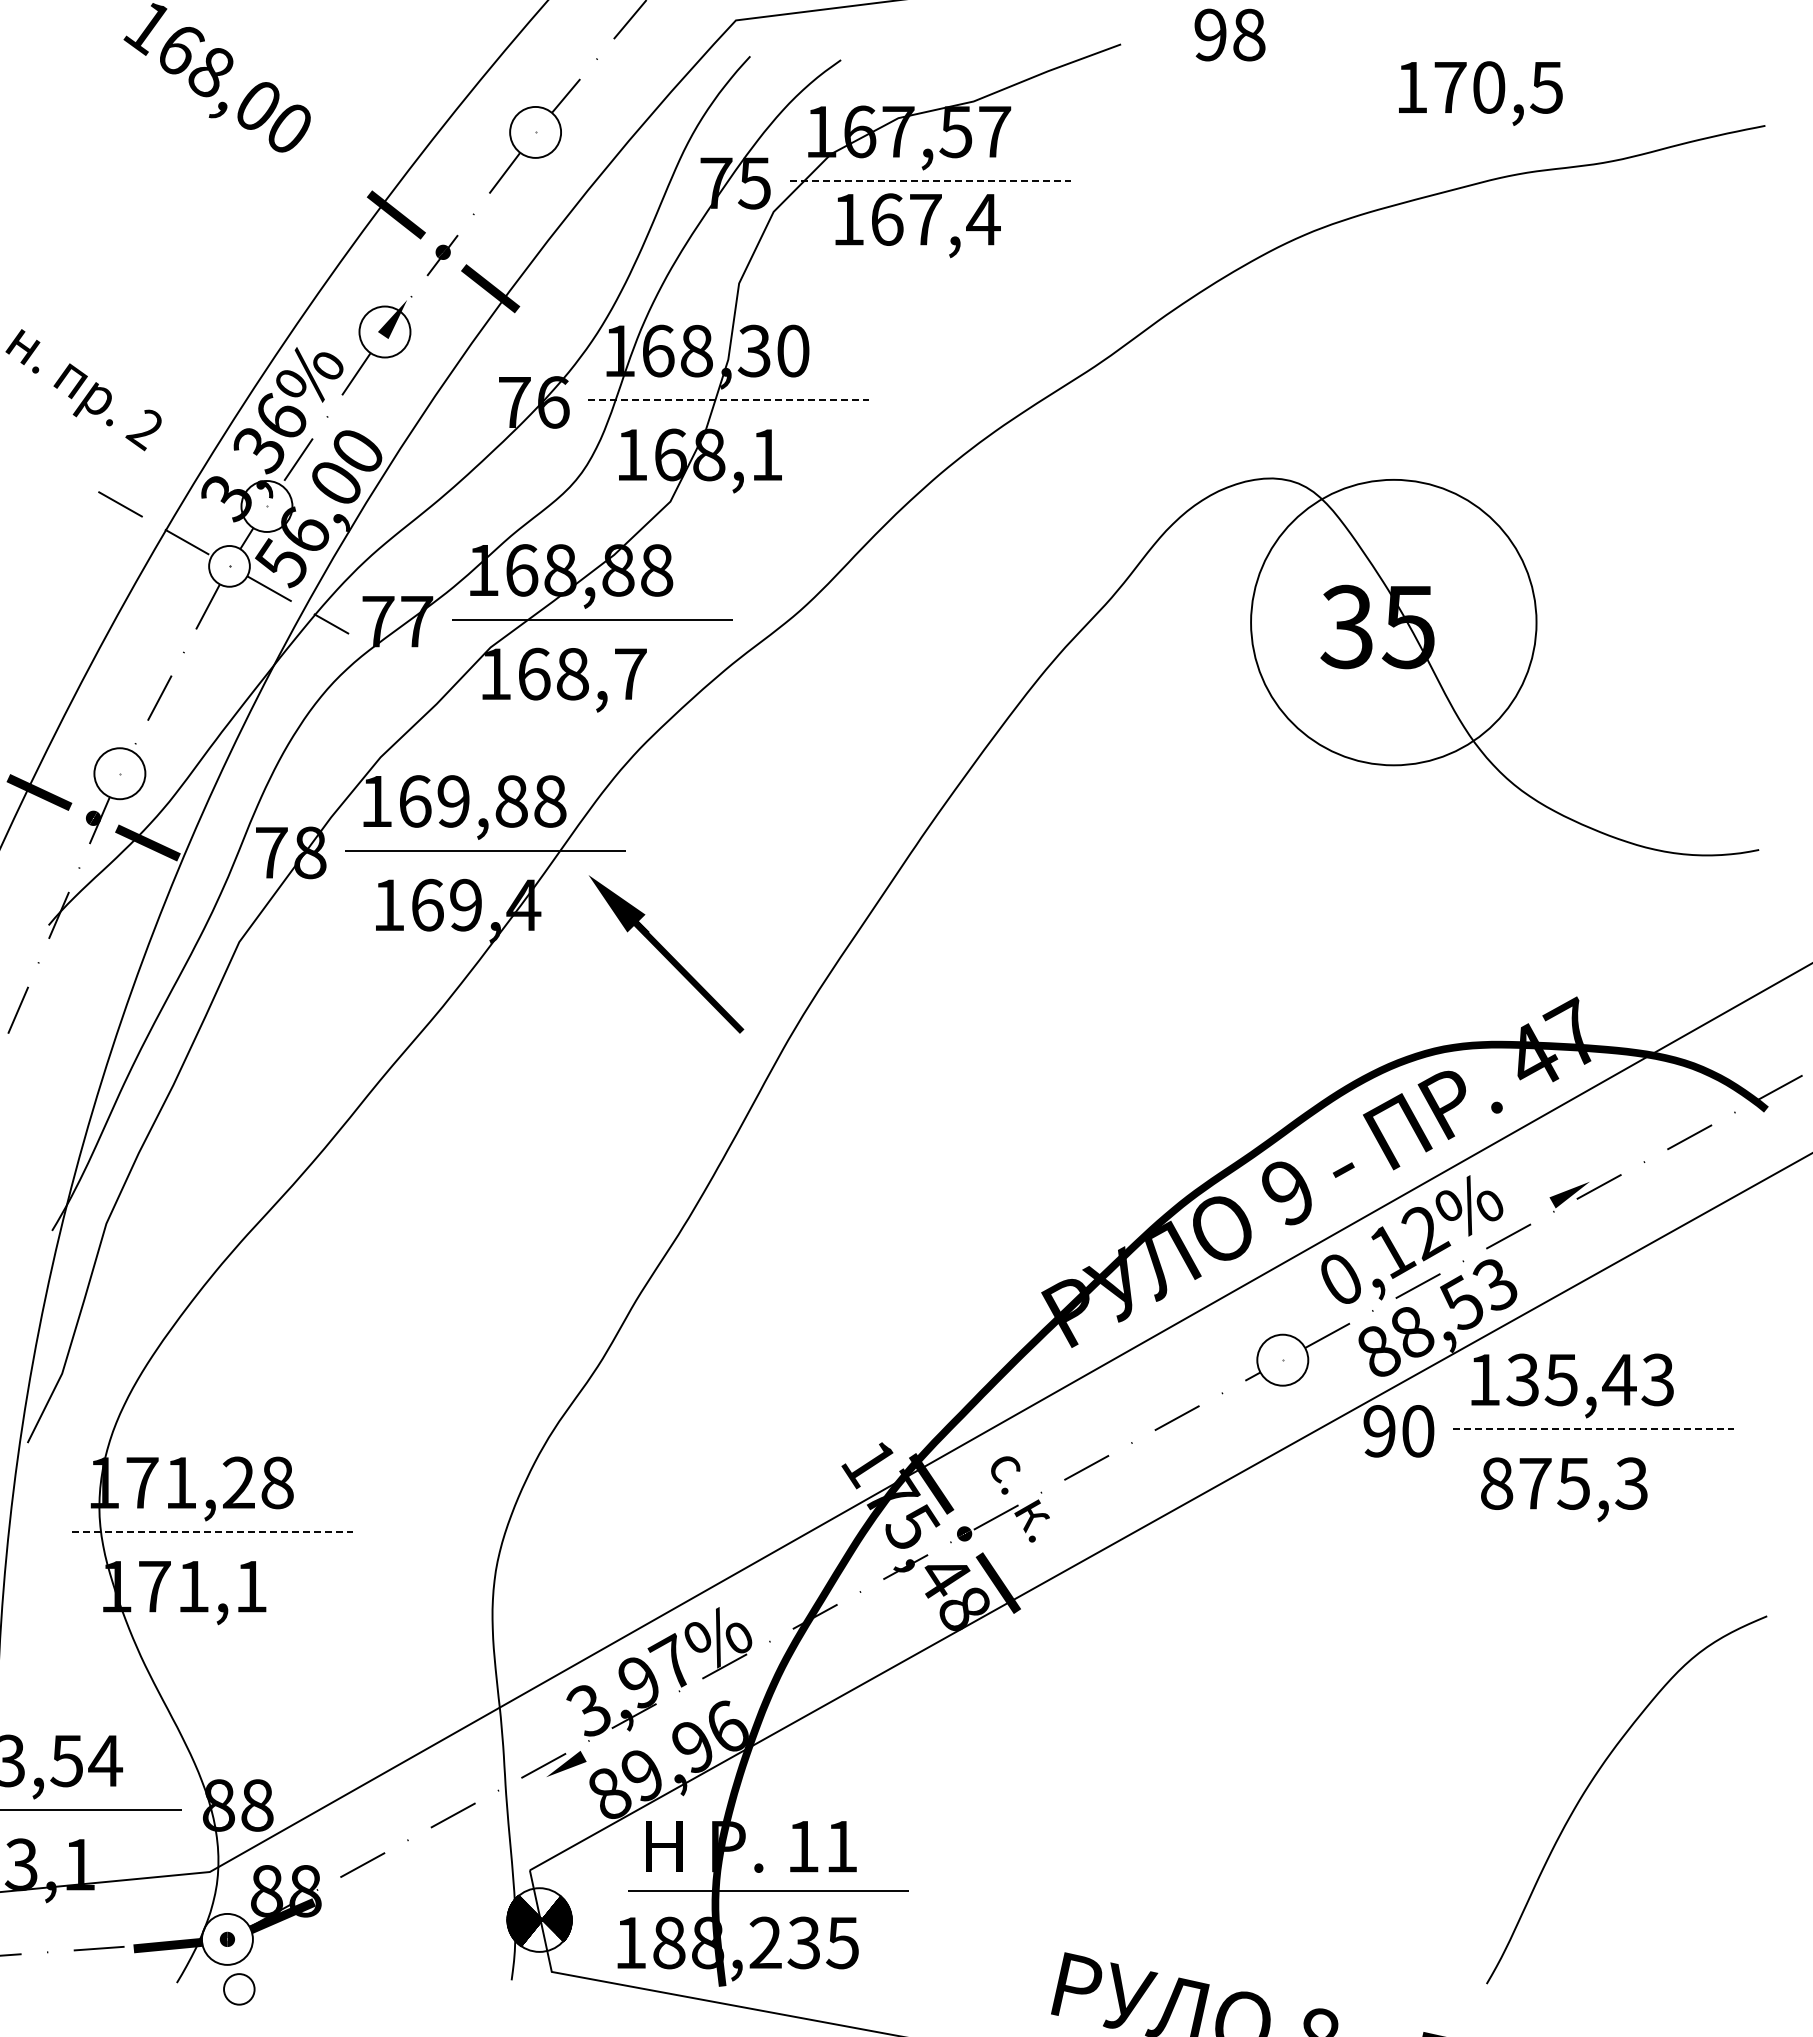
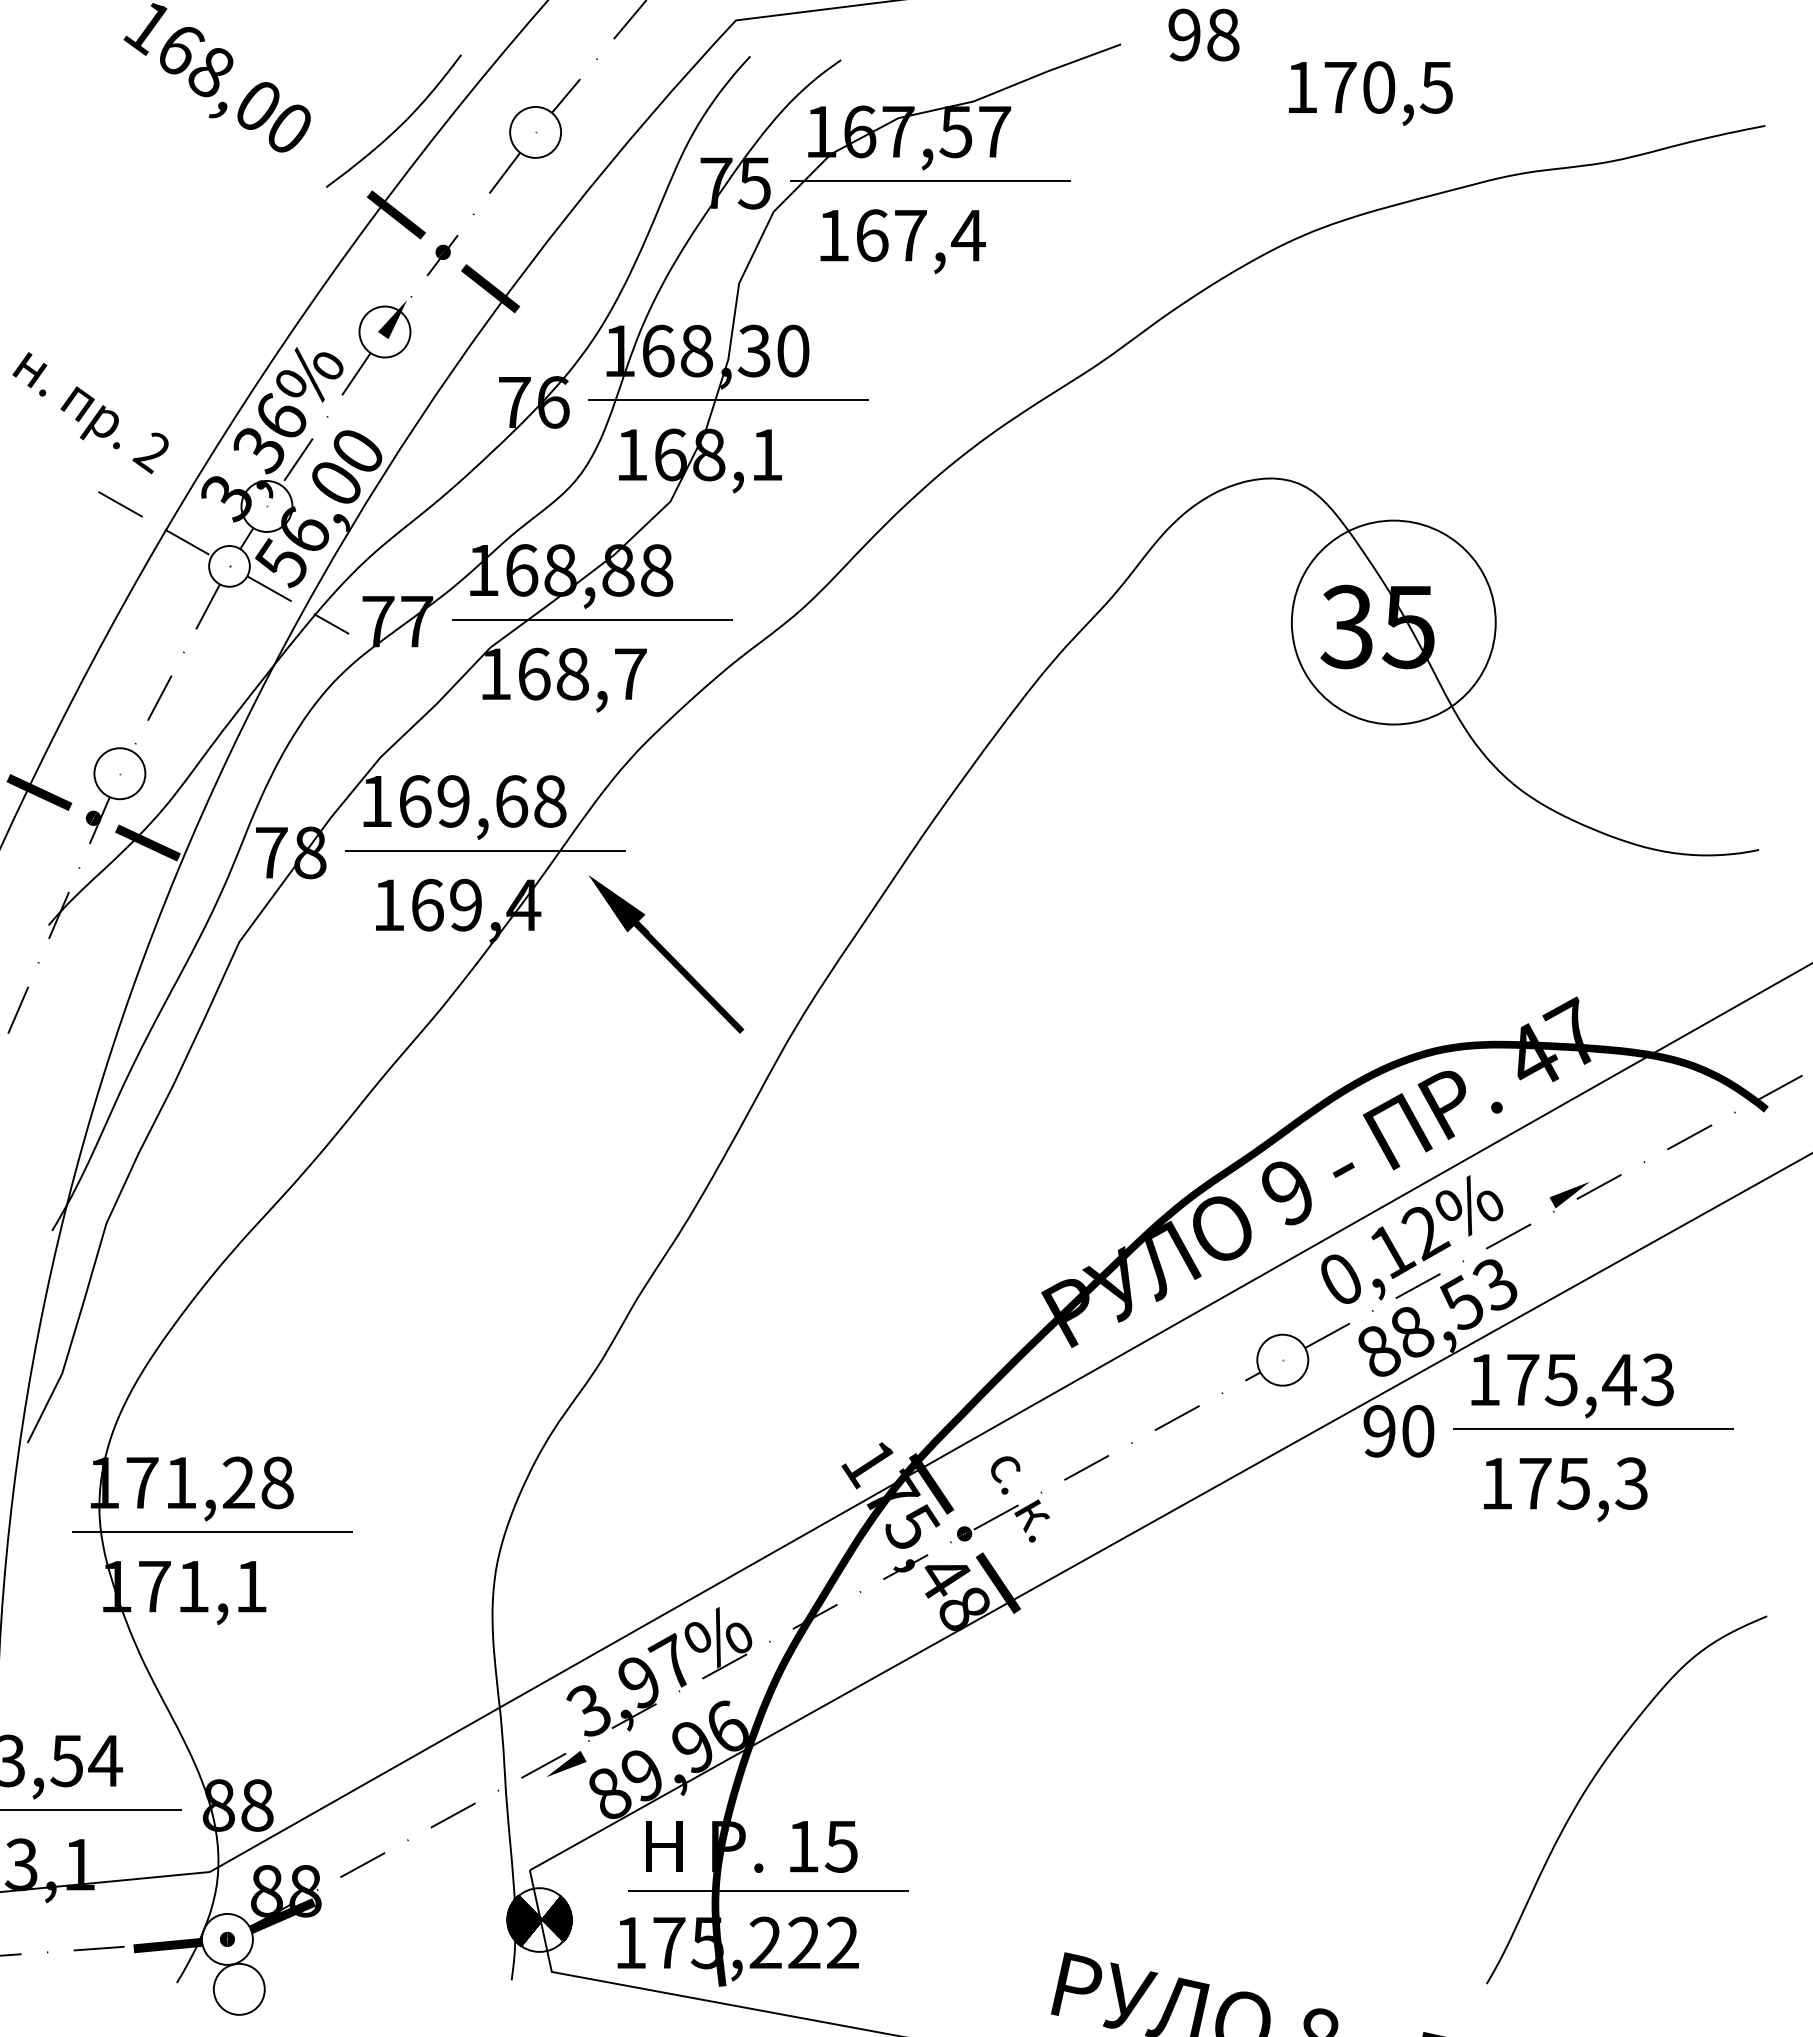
text at (1229, 34) position: (1229, 34) -> (1203, 34)
text at (1480, 93) position: (1480, 93) -> (1370, 93)
curve at (399, 125): none -> present
line at (930, 181): dashed -> solid
text at (917, 225) position: (917, 225) -> (902, 241)
text at (83, 390) position: (83, 390) -> (90, 413)
line at (728, 400): dashed -> solid
circle at (1393, 622) diameter: 285 px -> 204 px
text at (511, 801): 169,88 -> 169,68
text at (1522, 1379): 135,43 -> 175,43
line at (1593, 1429): dashed -> solid
text at (1497, 1483): 875,3 -> 175,3
line at (212, 1532): dashed -> solid
text at (840, 1846): 11 -> 15
text at (755, 1942): 188,235 -> 175,222
circle at (239, 1989) diameter: 31 px -> 51 px
